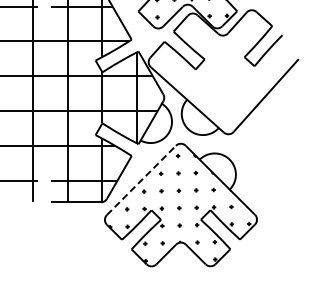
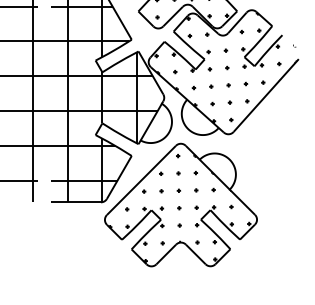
hatch at (225, 68): none -> present
line at (141, 180): dashed -> solid
